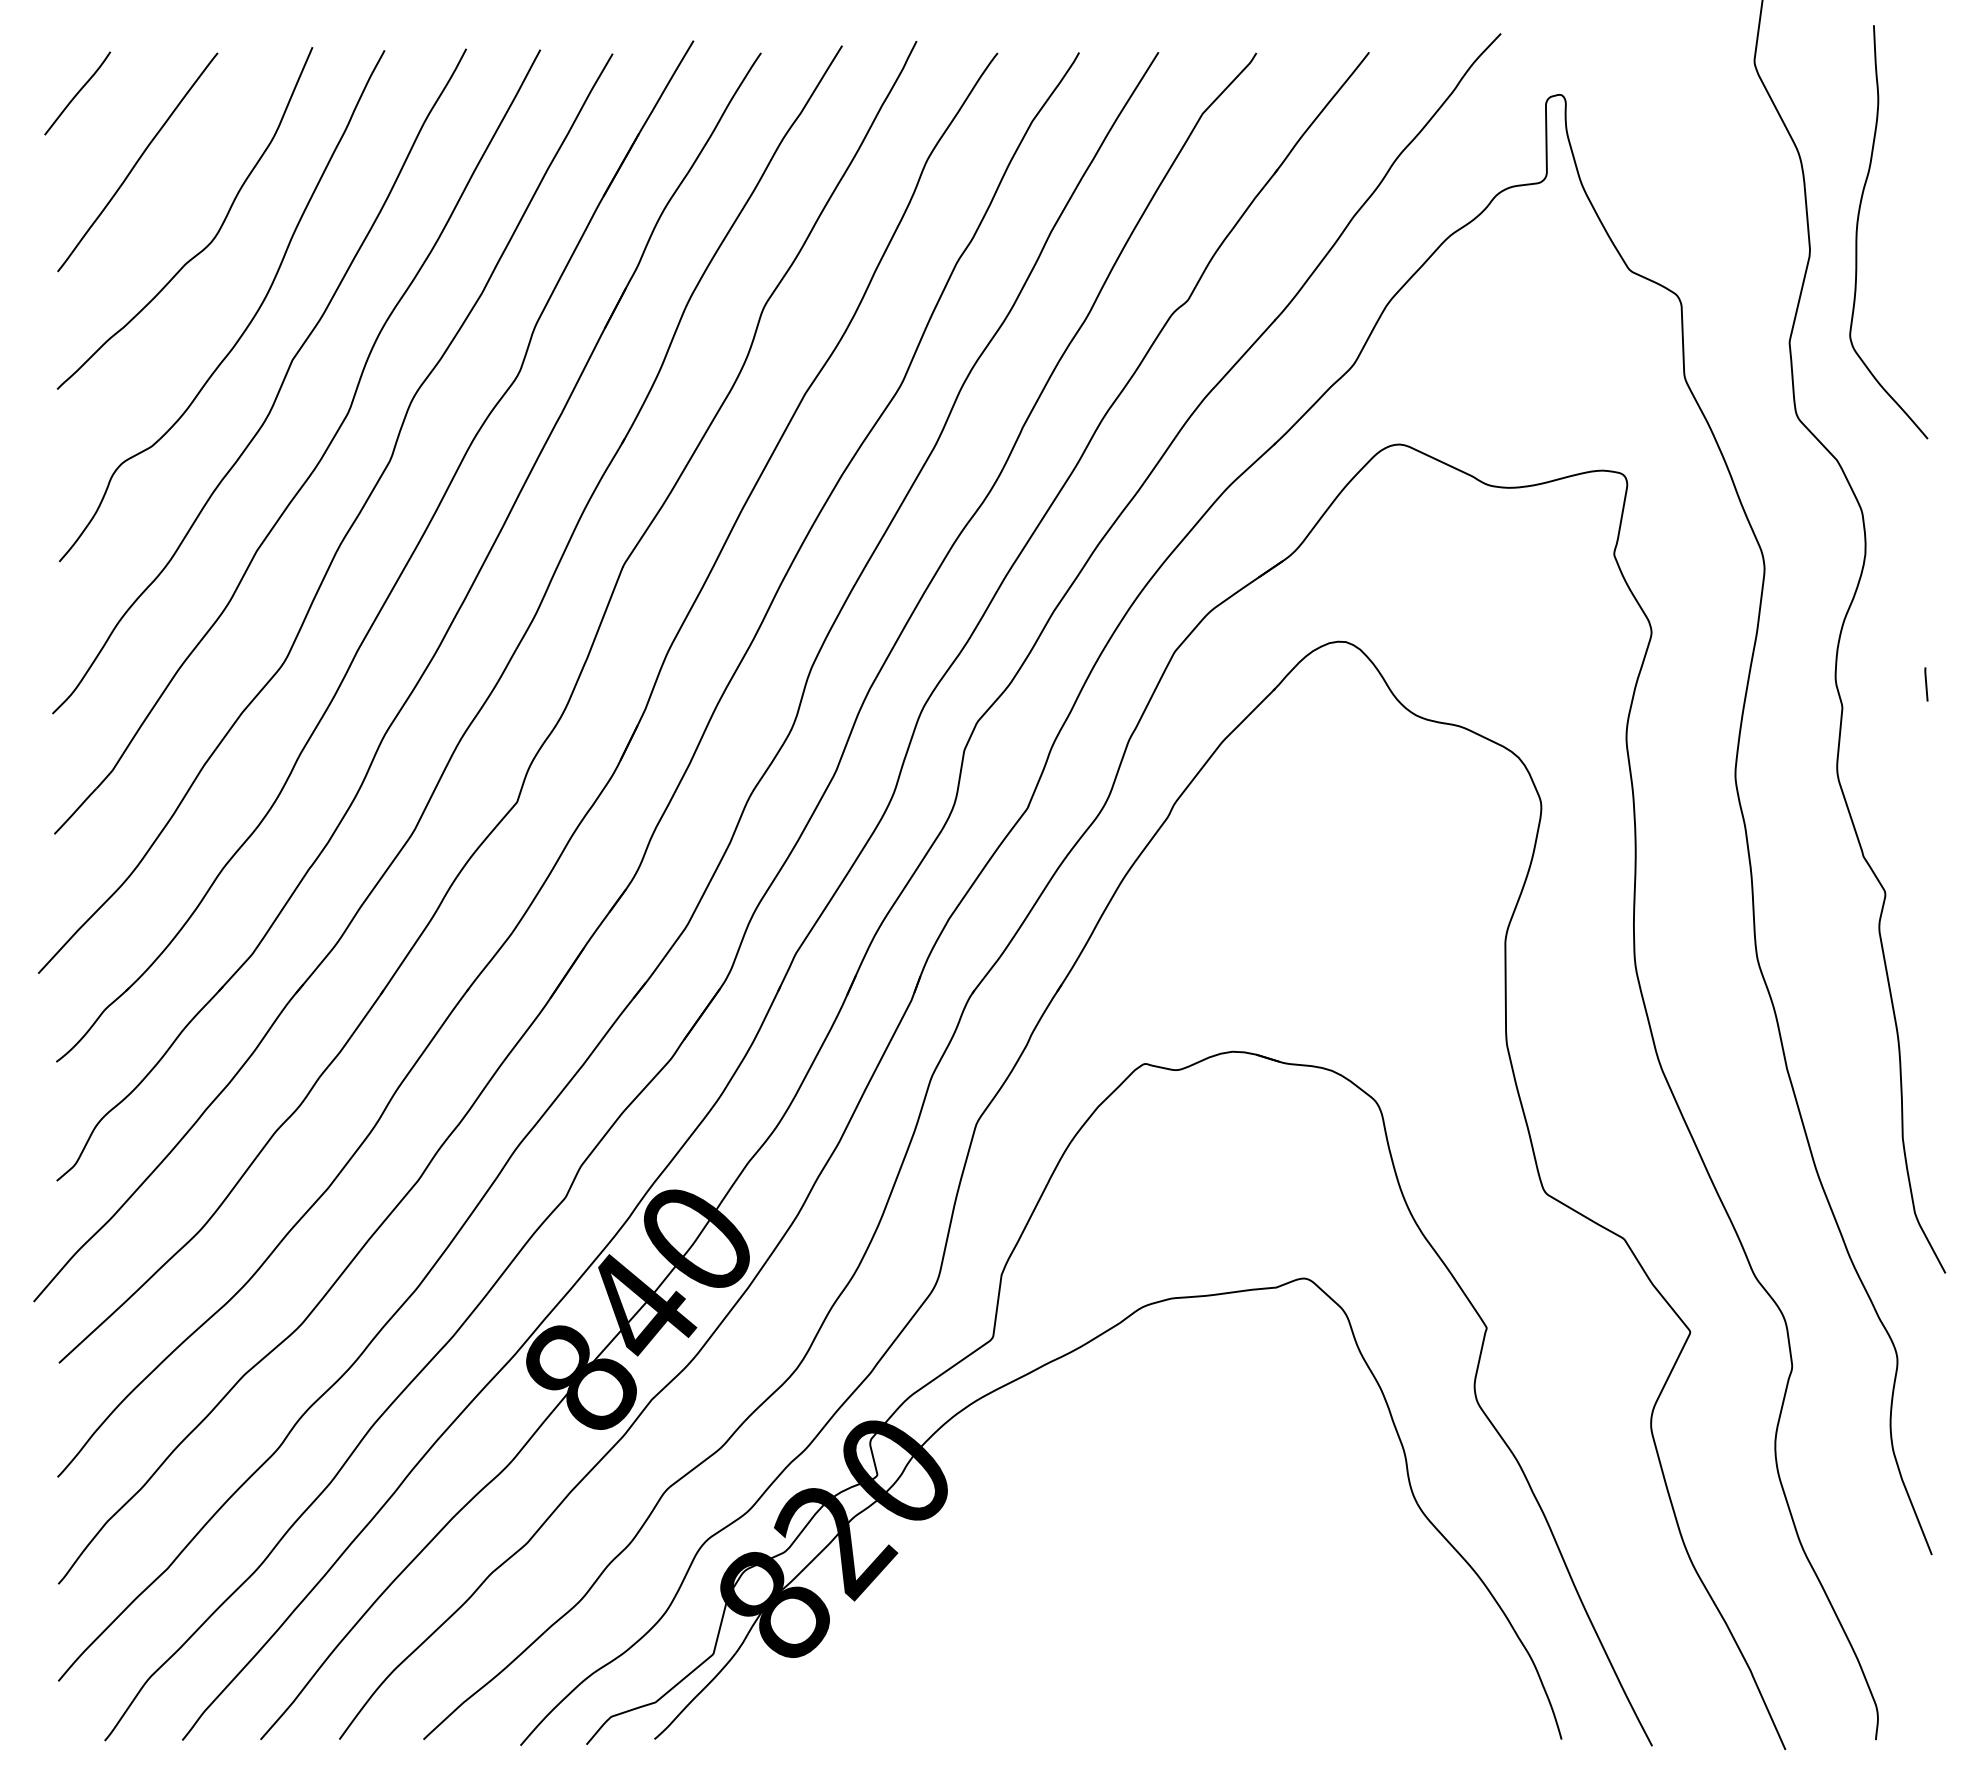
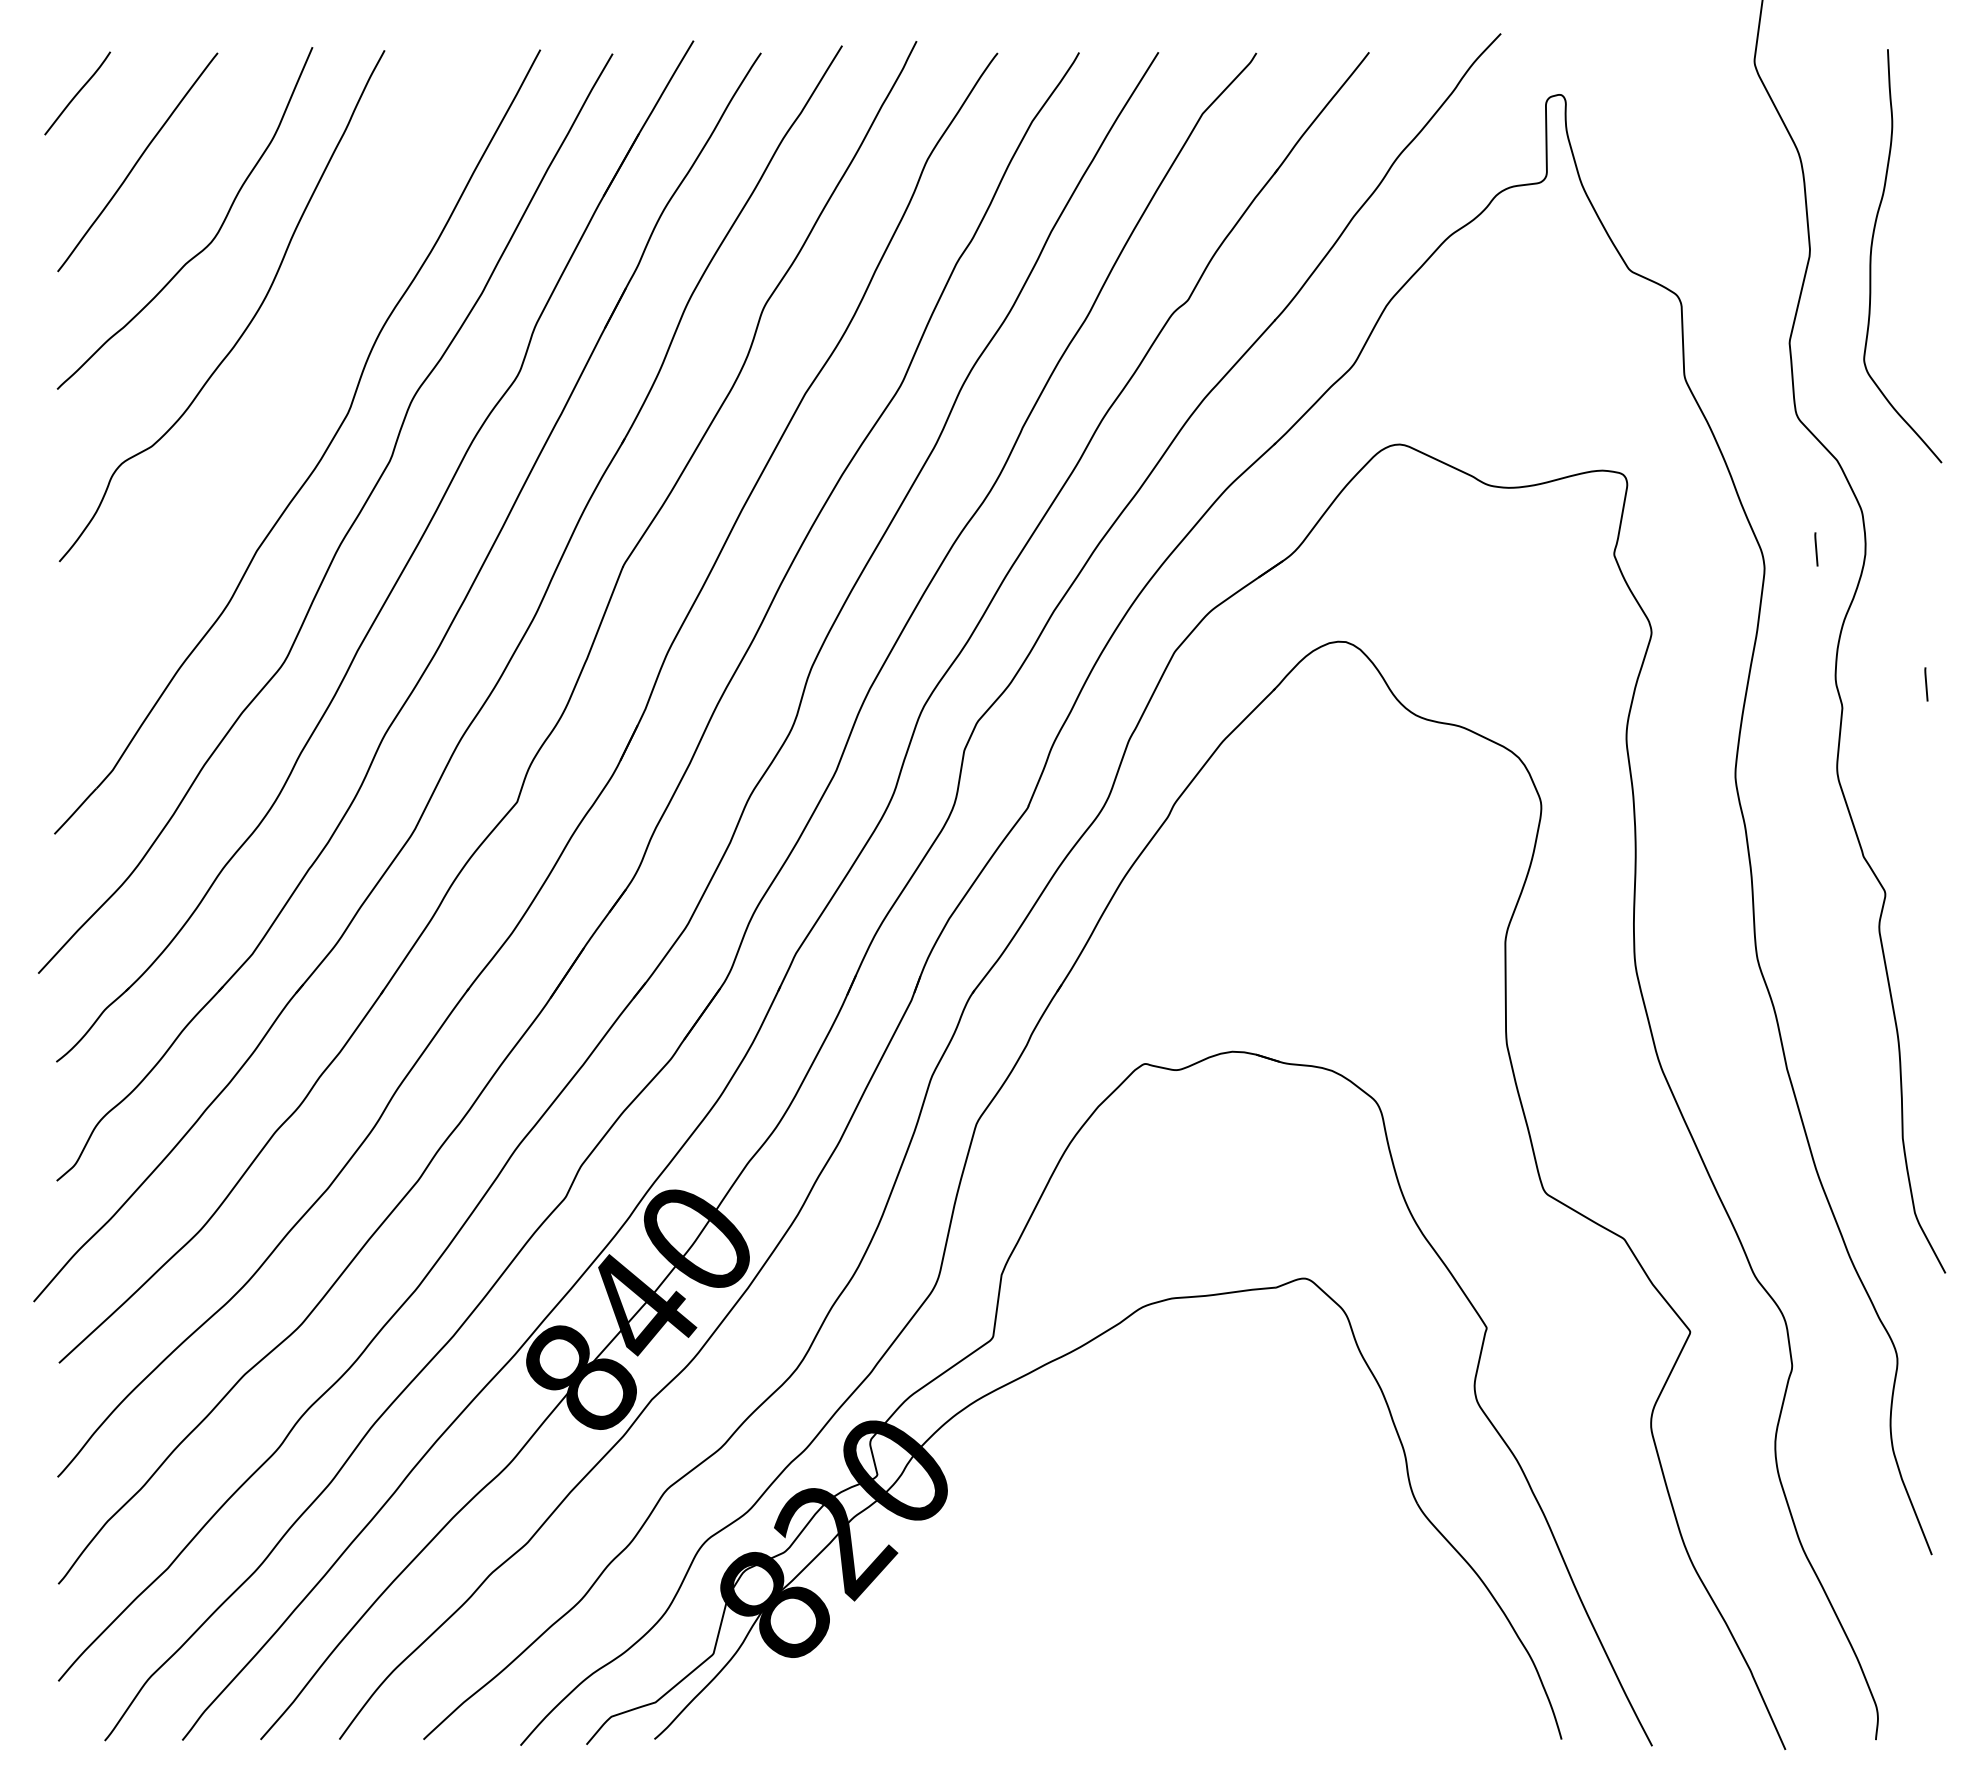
curve at (1858, 225) position: (1858, 225) -> (1872, 249)
curve at (279, 387): present -> none
line at (1816, 549): none -> present
